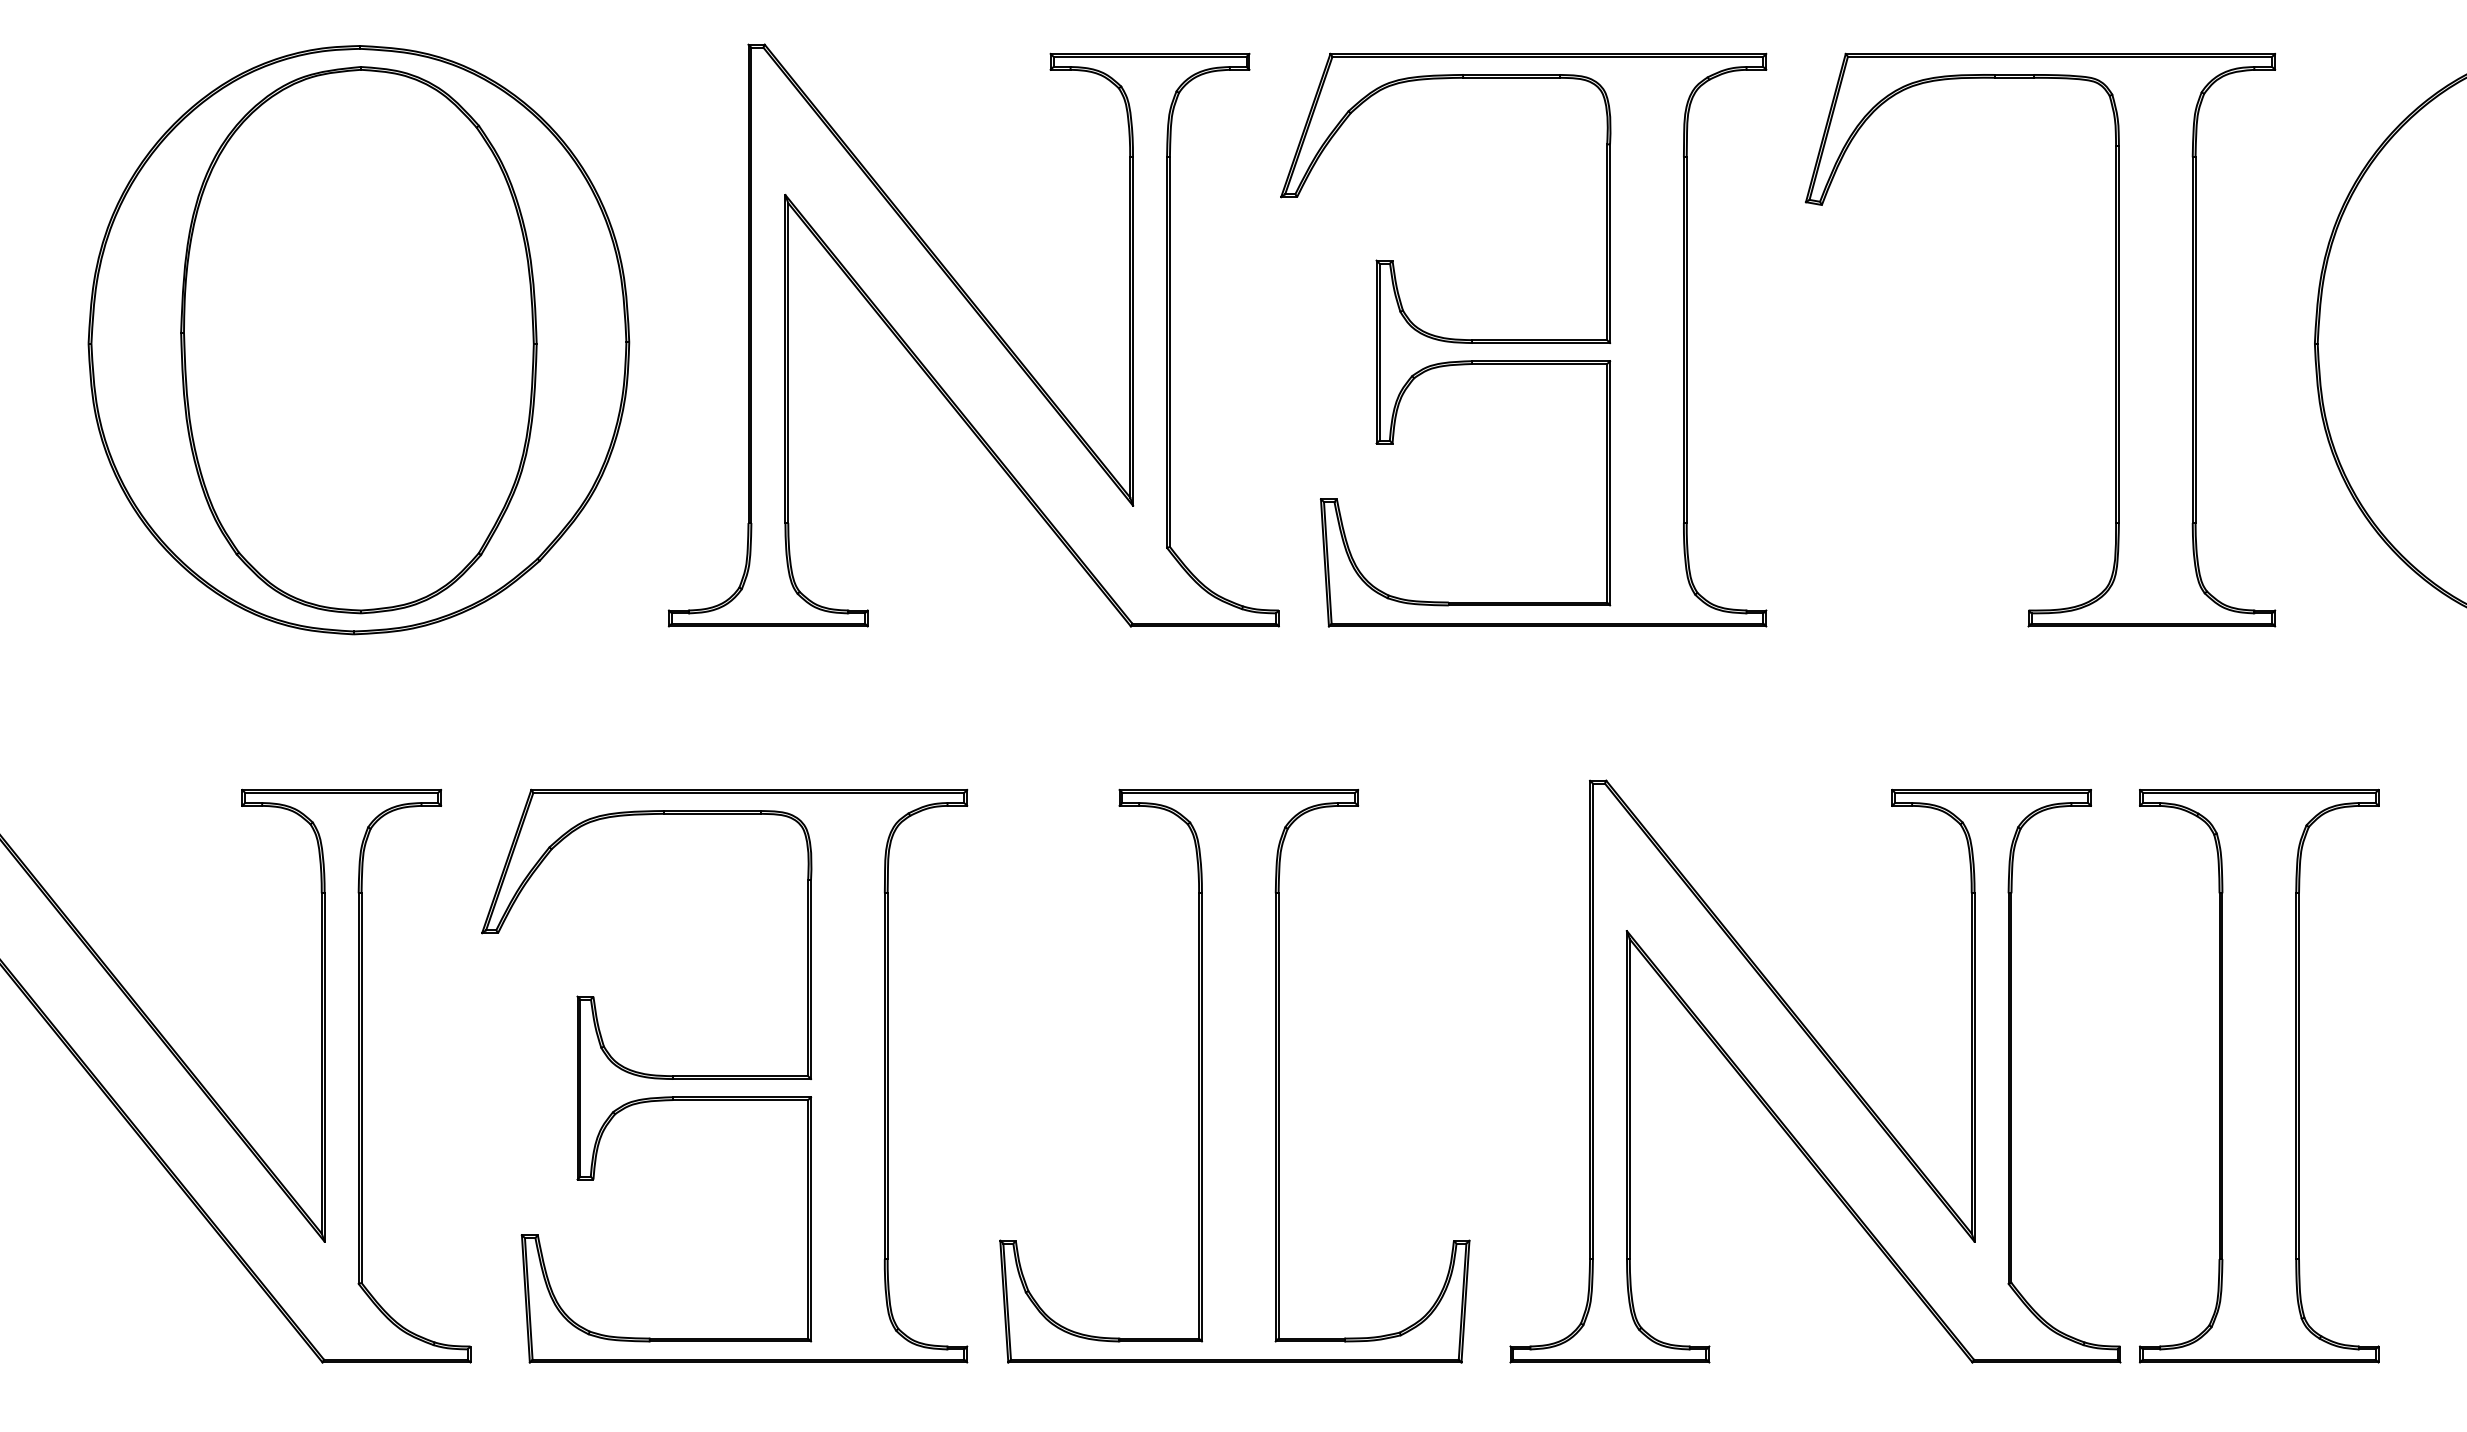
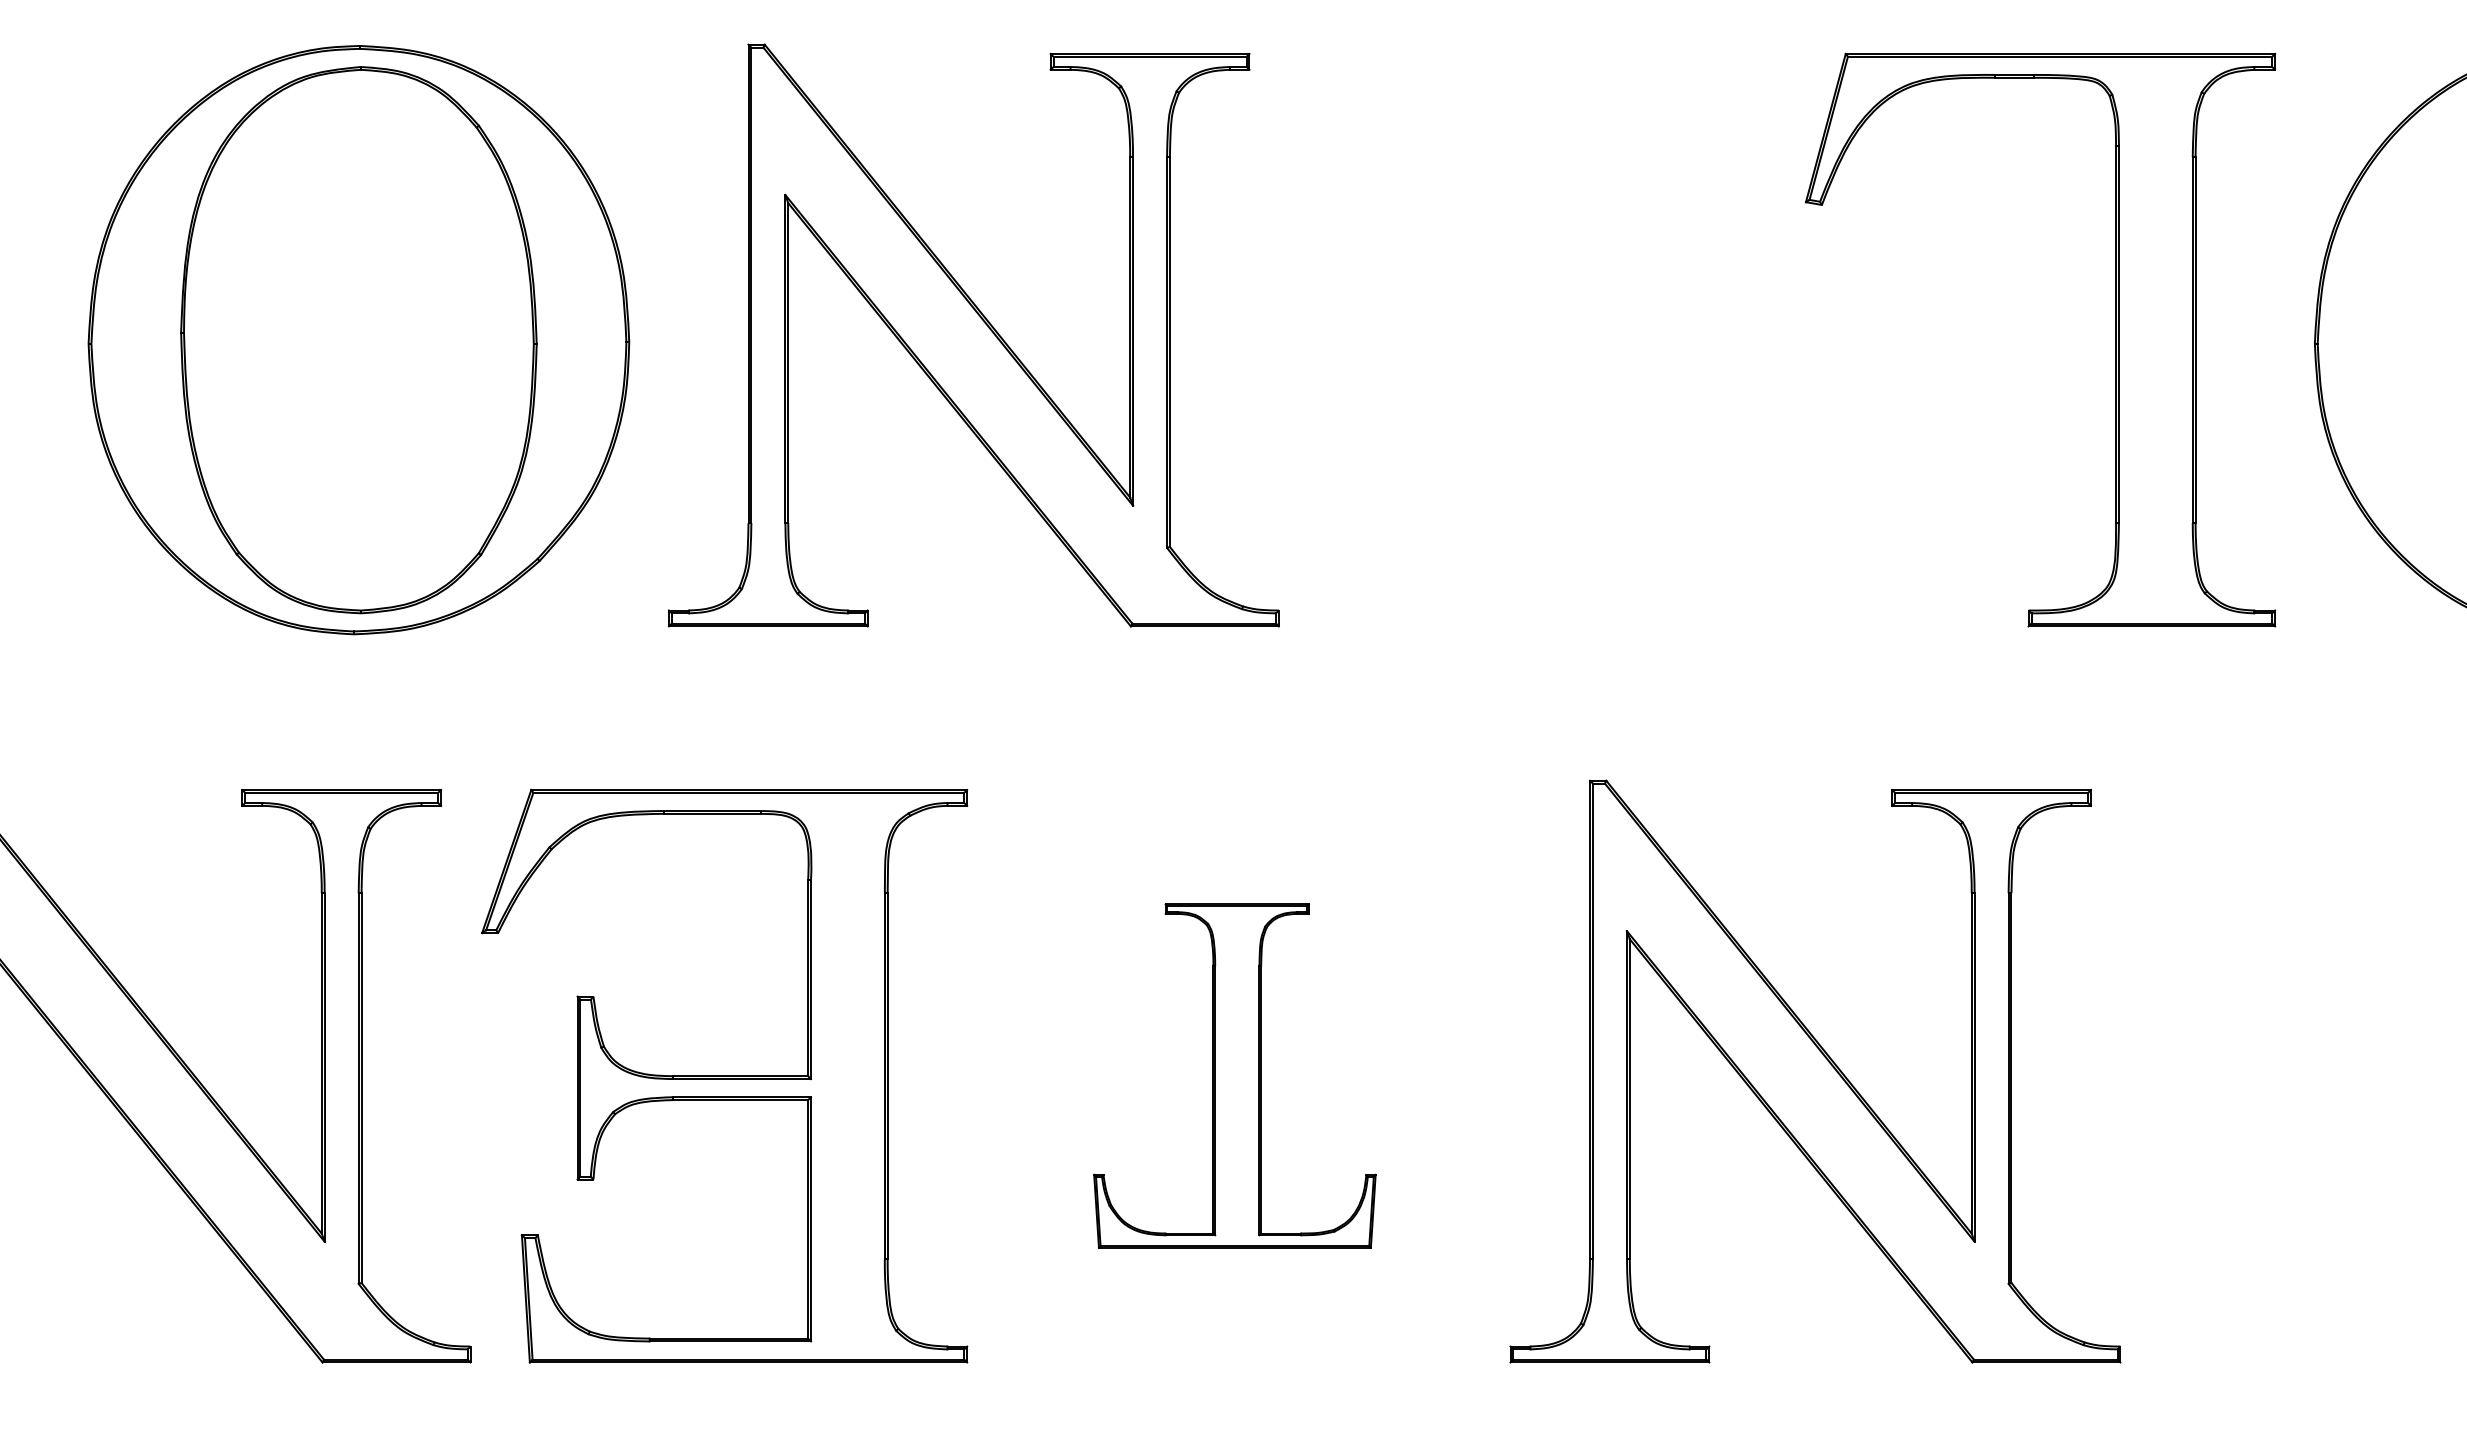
part at (1523, 339): present -> none
part at (1234, 1075) size: 472x576 px -> 284x346 px
part at (2259, 1075): present -> none
